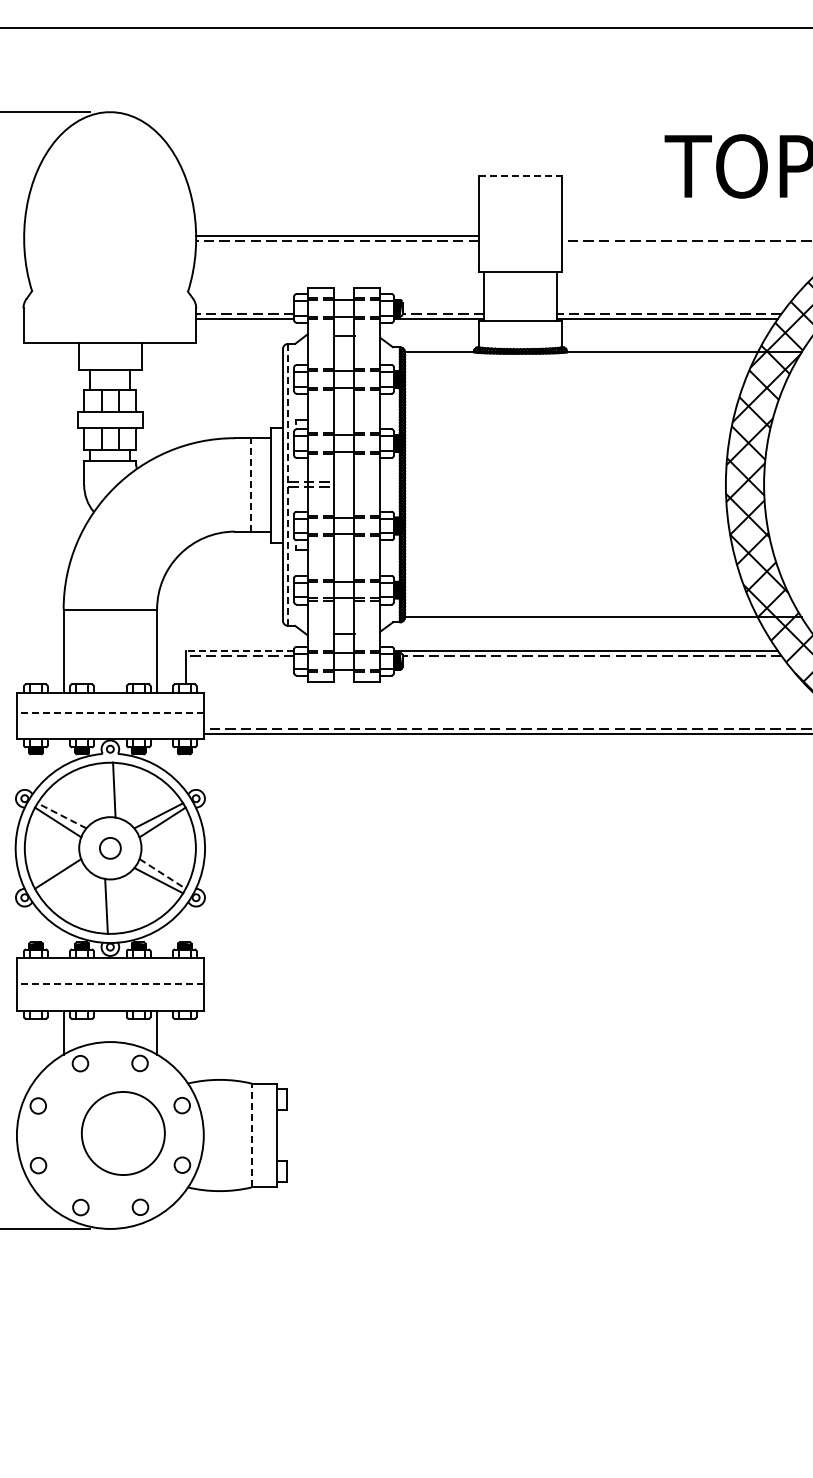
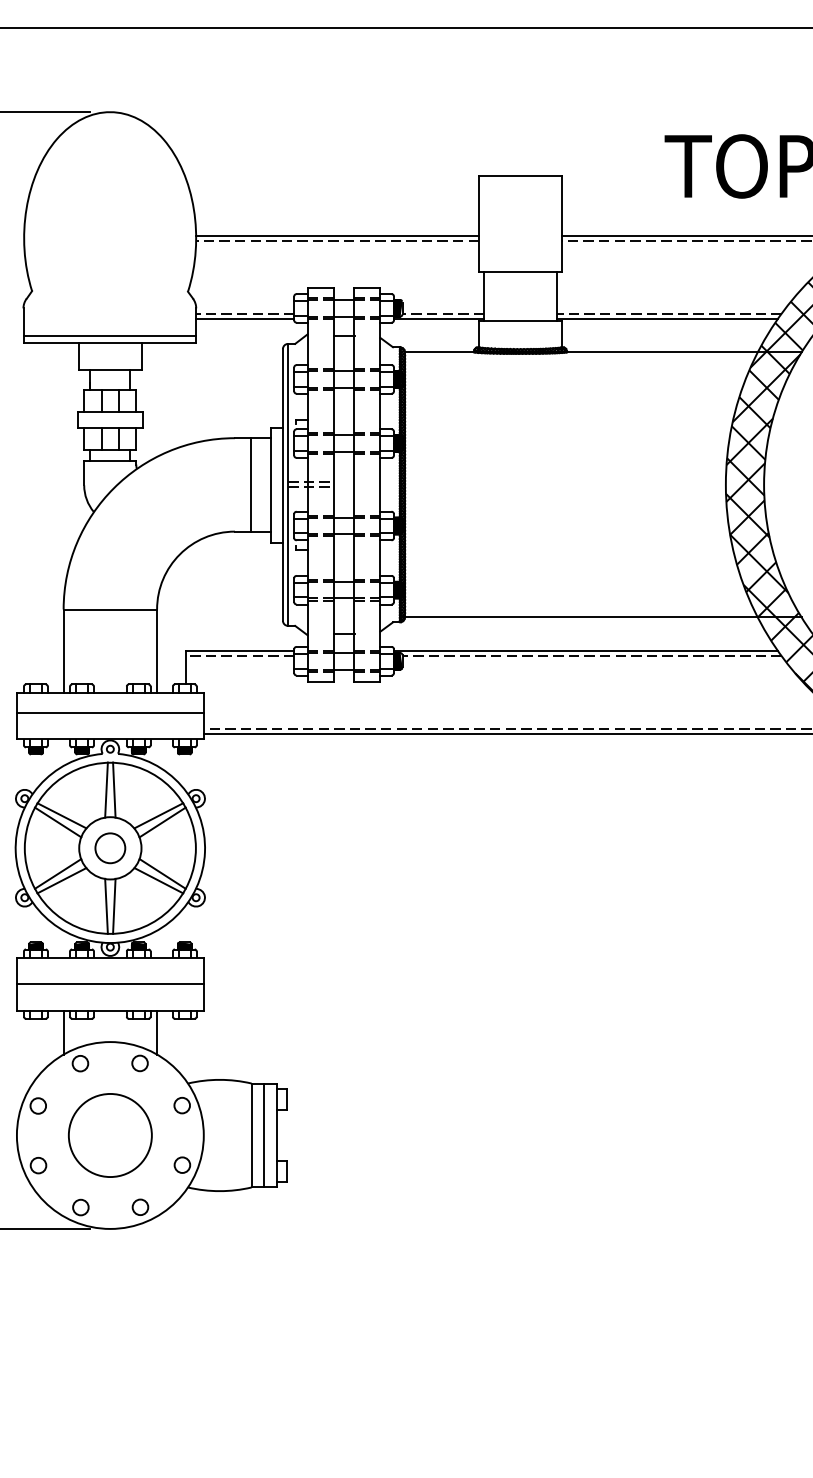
line at (520, 176): dashed -> solid
line at (685, 235): none -> present
line at (109, 335): none -> present
line at (250, 484): dashed -> solid
line at (288, 484): dashed -> solid
line at (239, 651): dashed -> solid
line at (109, 713): dashed -> solid
line at (106, 789): none -> present
line at (61, 815): dashed -> solid
circle at (110, 848) size: 23x23 px -> 33x33 px
line at (163, 874): dashed -> solid
line at (61, 880): none -> present
line at (114, 905): none -> present
line at (109, 983): dashed -> solid
circle at (123, 1133) position: (123, 1133) -> (110, 1135)
line at (251, 1135): dashed -> solid
line at (264, 1135): none -> present
